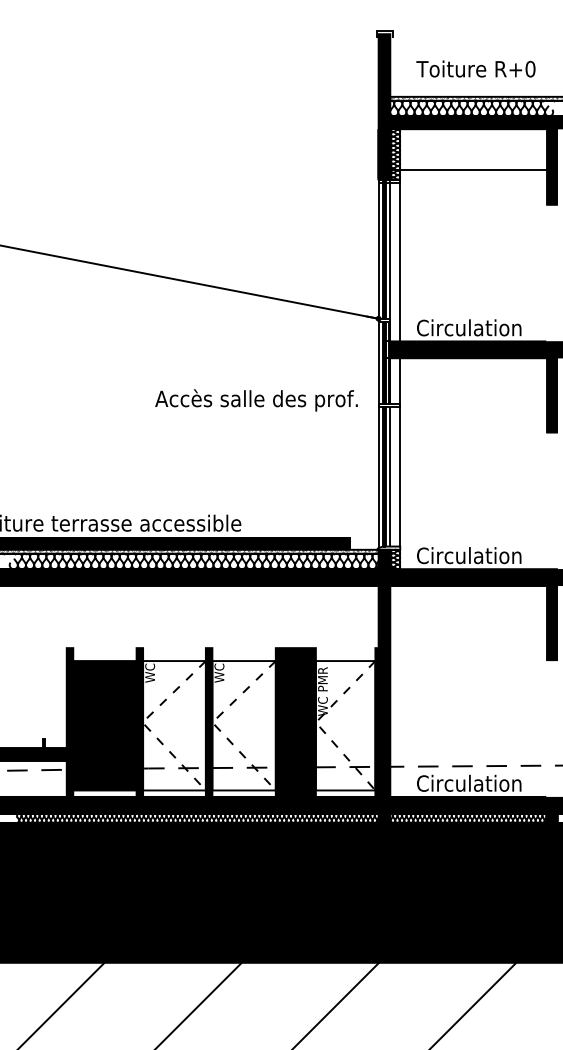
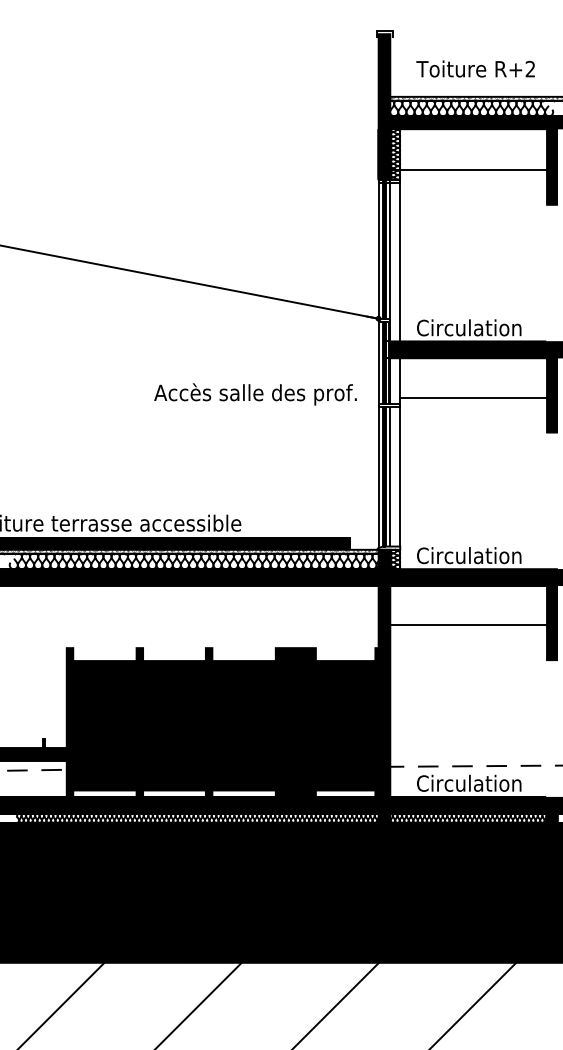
text at (530, 68): R+0 -> R+2
line at (472, 397): none -> present
text at (256, 400) position: (256, 400) -> (255, 394)
line at (467, 625): none -> present
fill at (174, 725): none -> present
fill at (243, 725): none -> present
fill at (345, 725): none -> present
